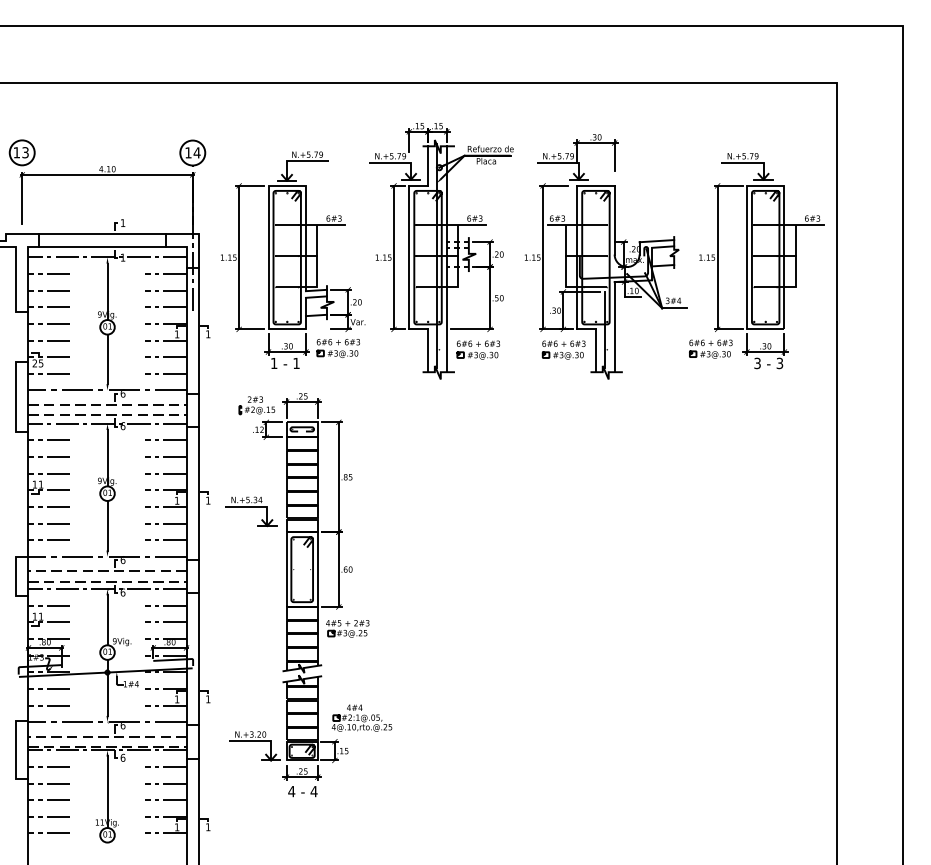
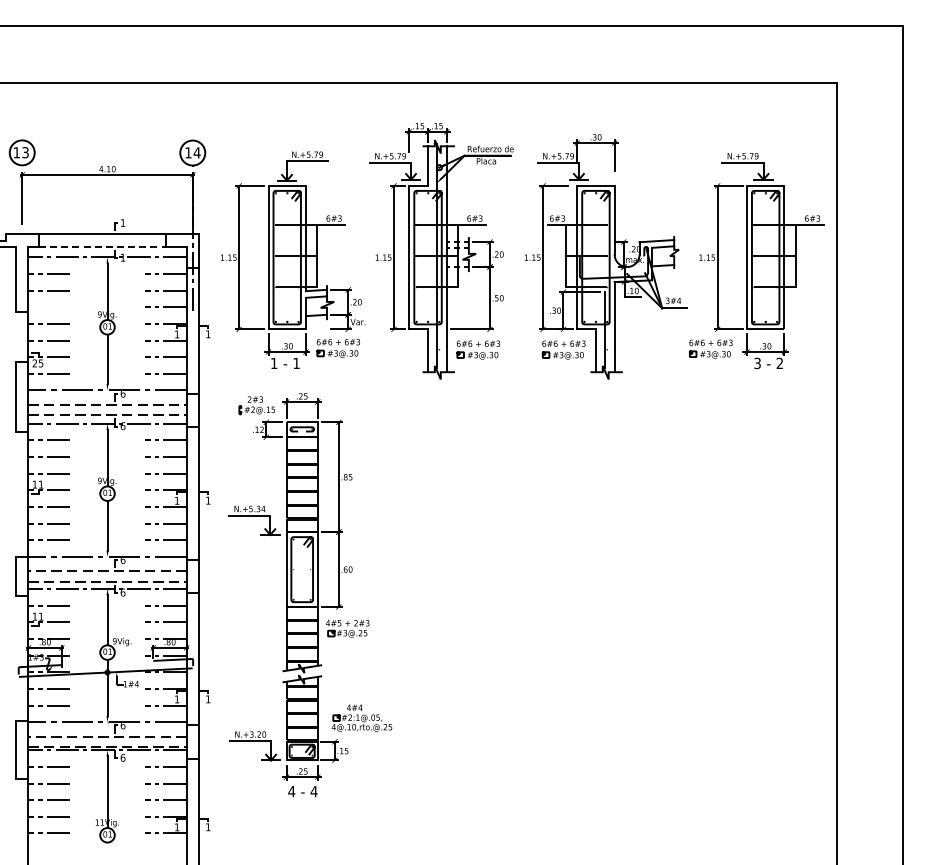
line at (102, 246): solid -> dashed
line at (49, 307): present -> none
text at (779, 363): 3 -> 2
part at (251, 511) position: (251, 511) -> (254, 520)
